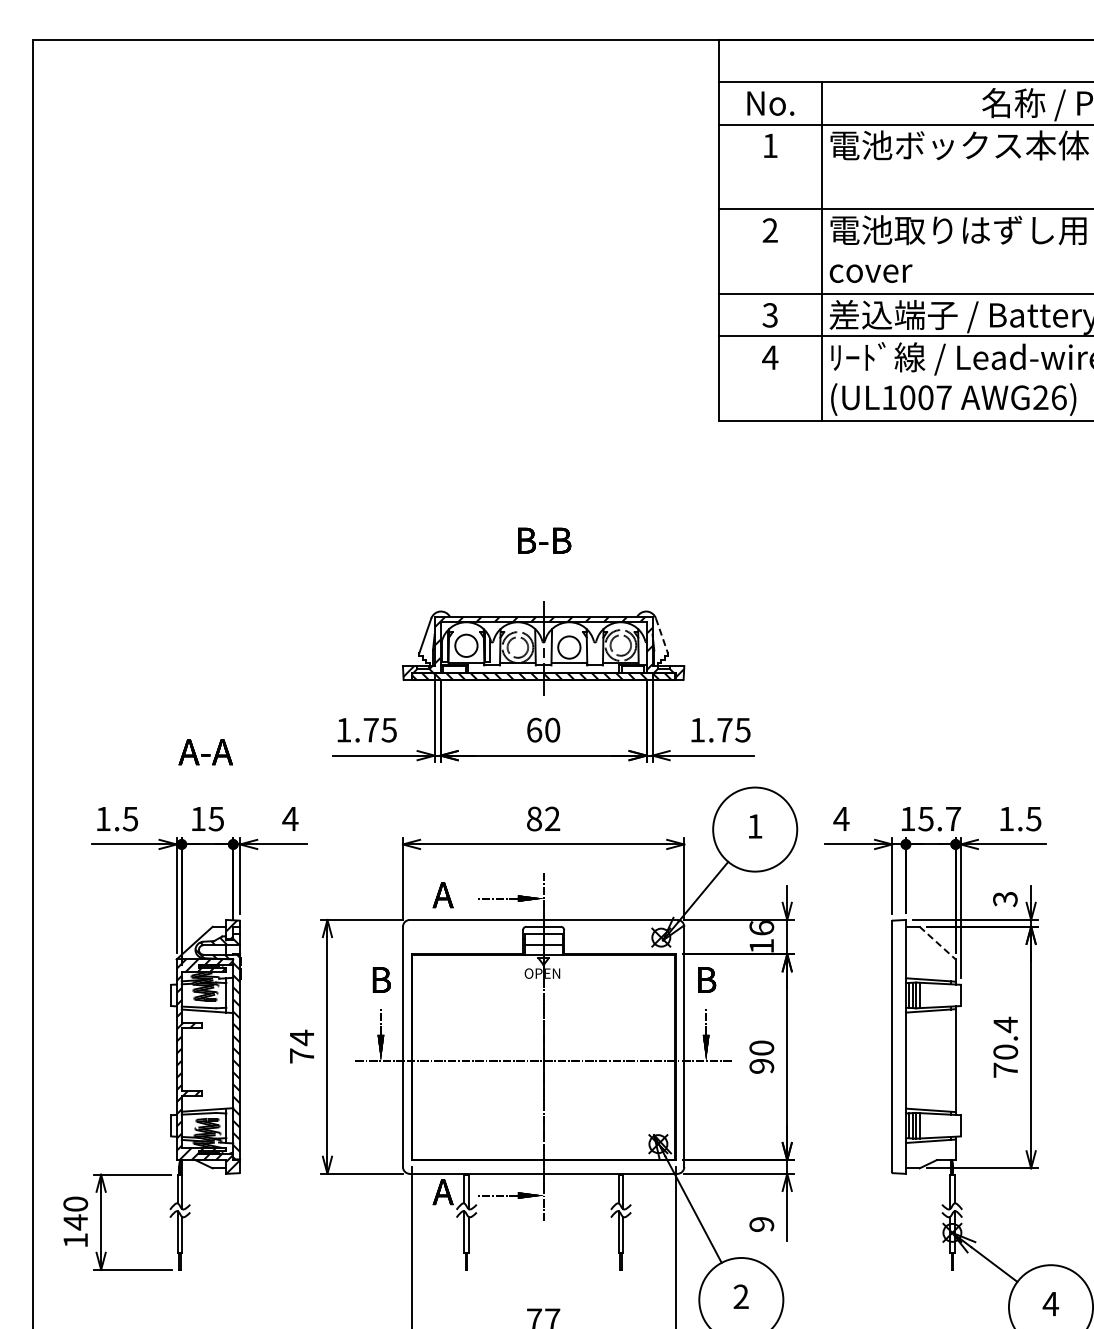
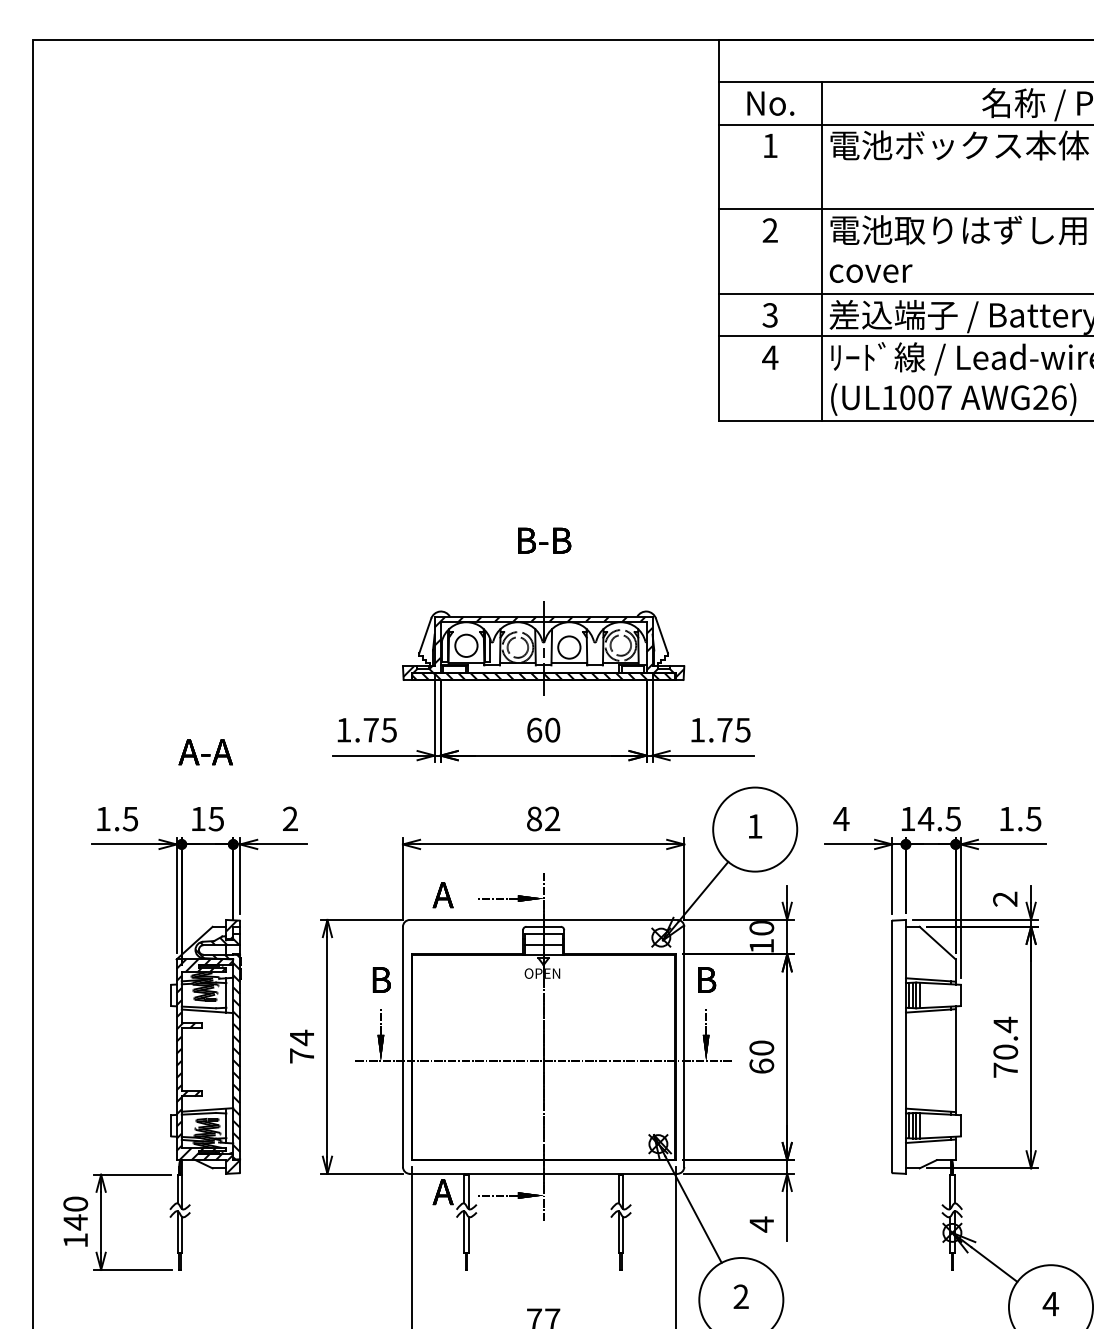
line at (661, 635): dashed -> solid
text at (290, 818): 4 -> 2
text at (939, 819): 15.7 -> 14.5
text at (1005, 899): 3 -> 2
text at (761, 928): 16 -> 10
line at (938, 943): dashed -> solid
text at (761, 1065): 90 -> 60
text at (761, 1224): 9 -> 4
